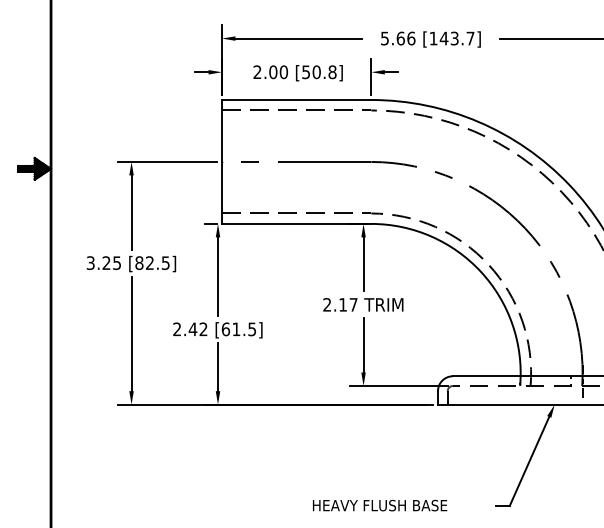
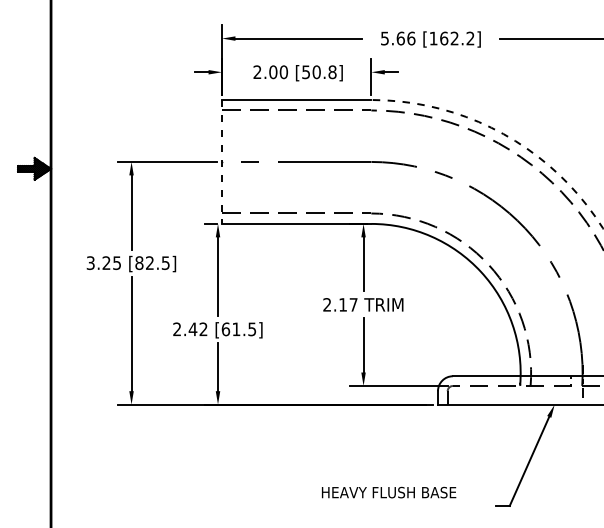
text at (456, 38): [143.7] -> [162.2]
arc at (503, 134): solid -> dashed
line at (222, 161): solid -> dashed
text at (380, 505) position: (380, 505) -> (389, 492)
